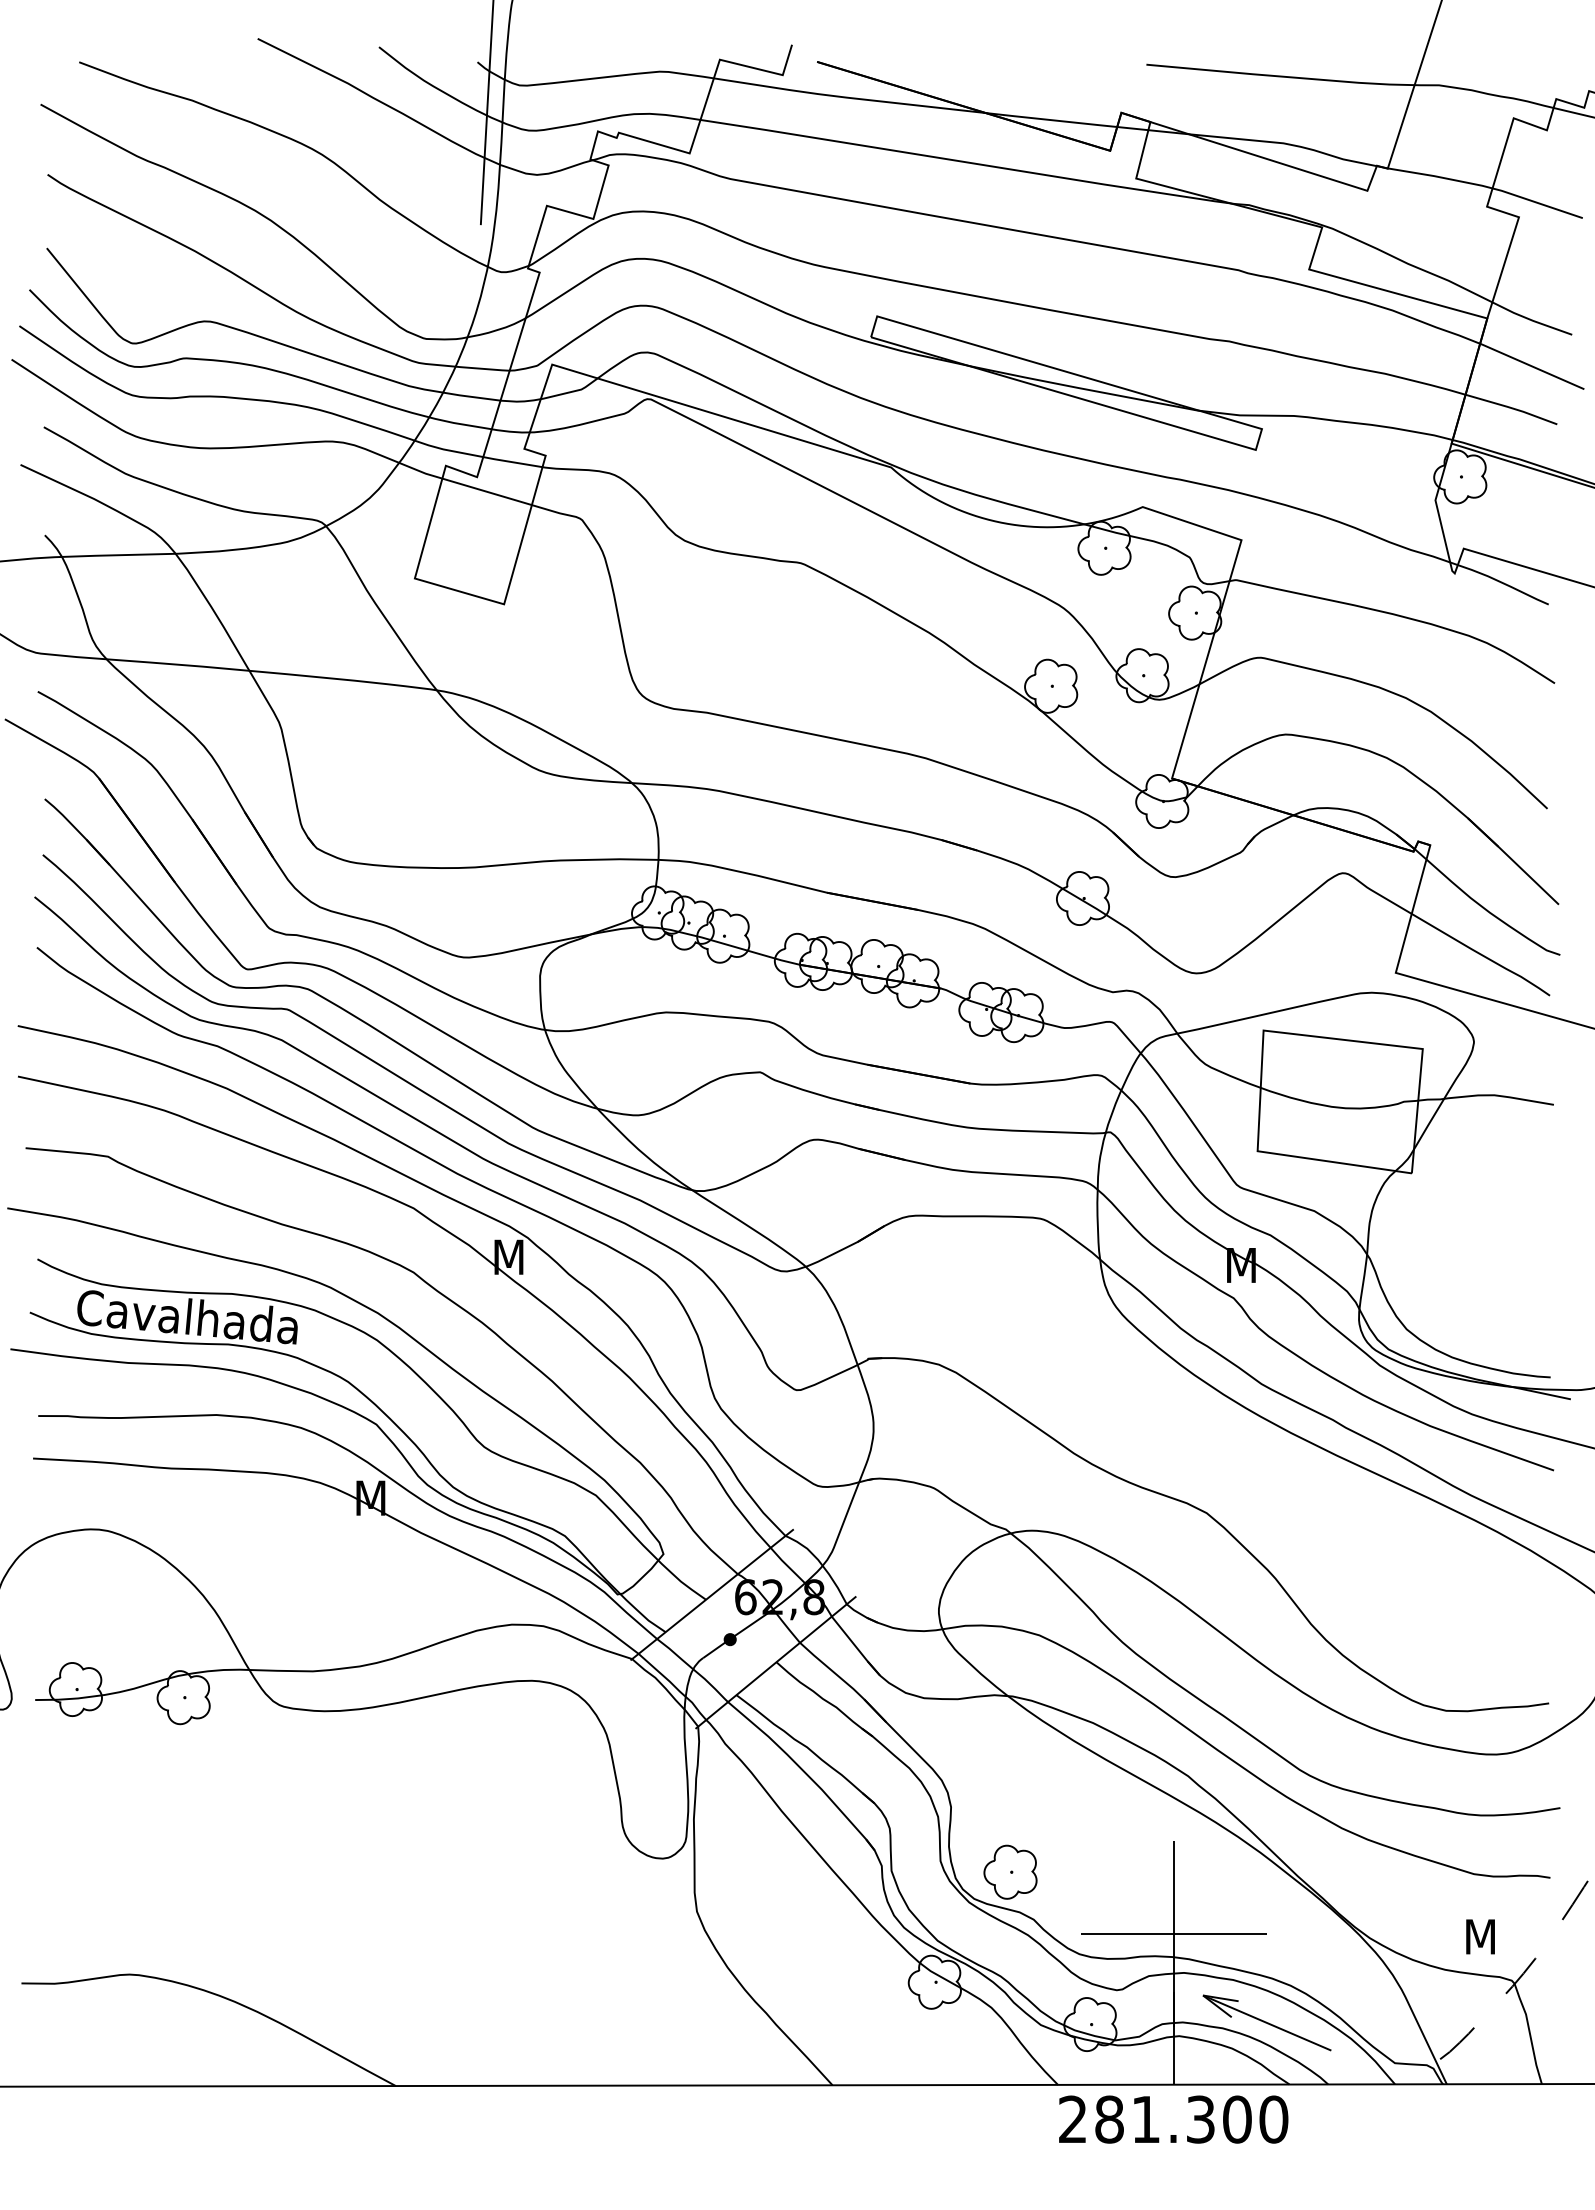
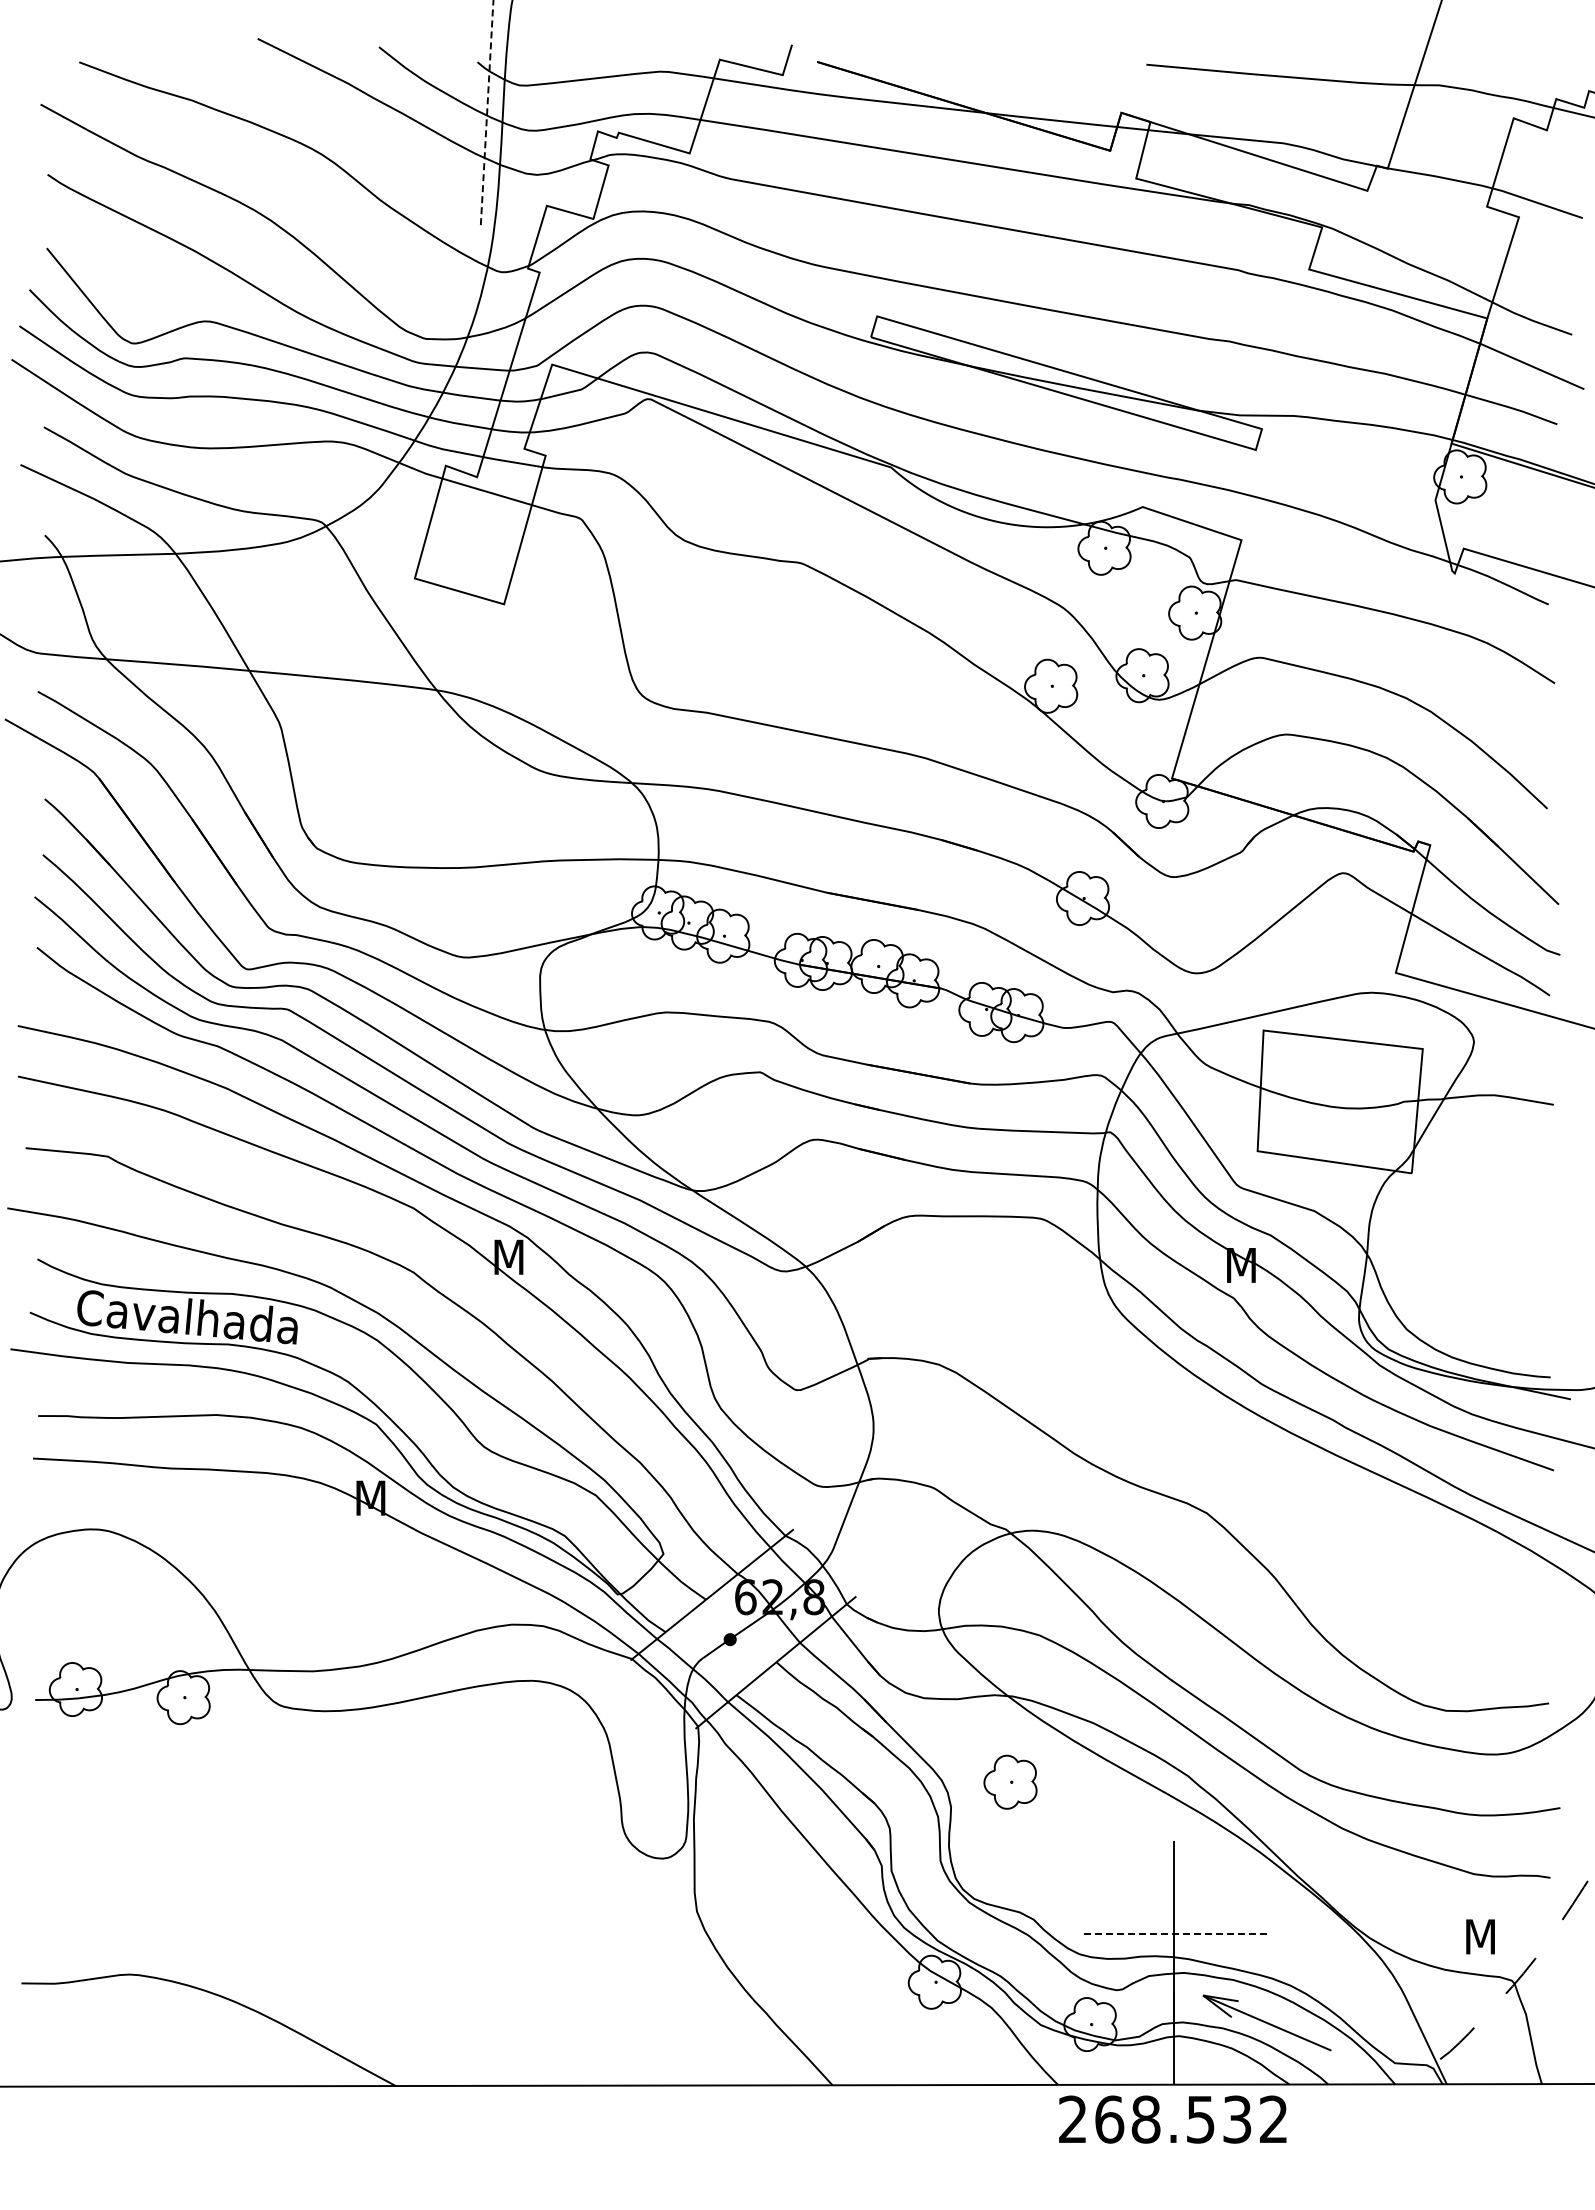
line at (487, 112): solid -> dashed
part at (1010, 1871) position: (1010, 1871) -> (1010, 1781)
line at (1173, 1933): solid -> dashed
text at (1191, 2119): 281.300 -> 268.532
